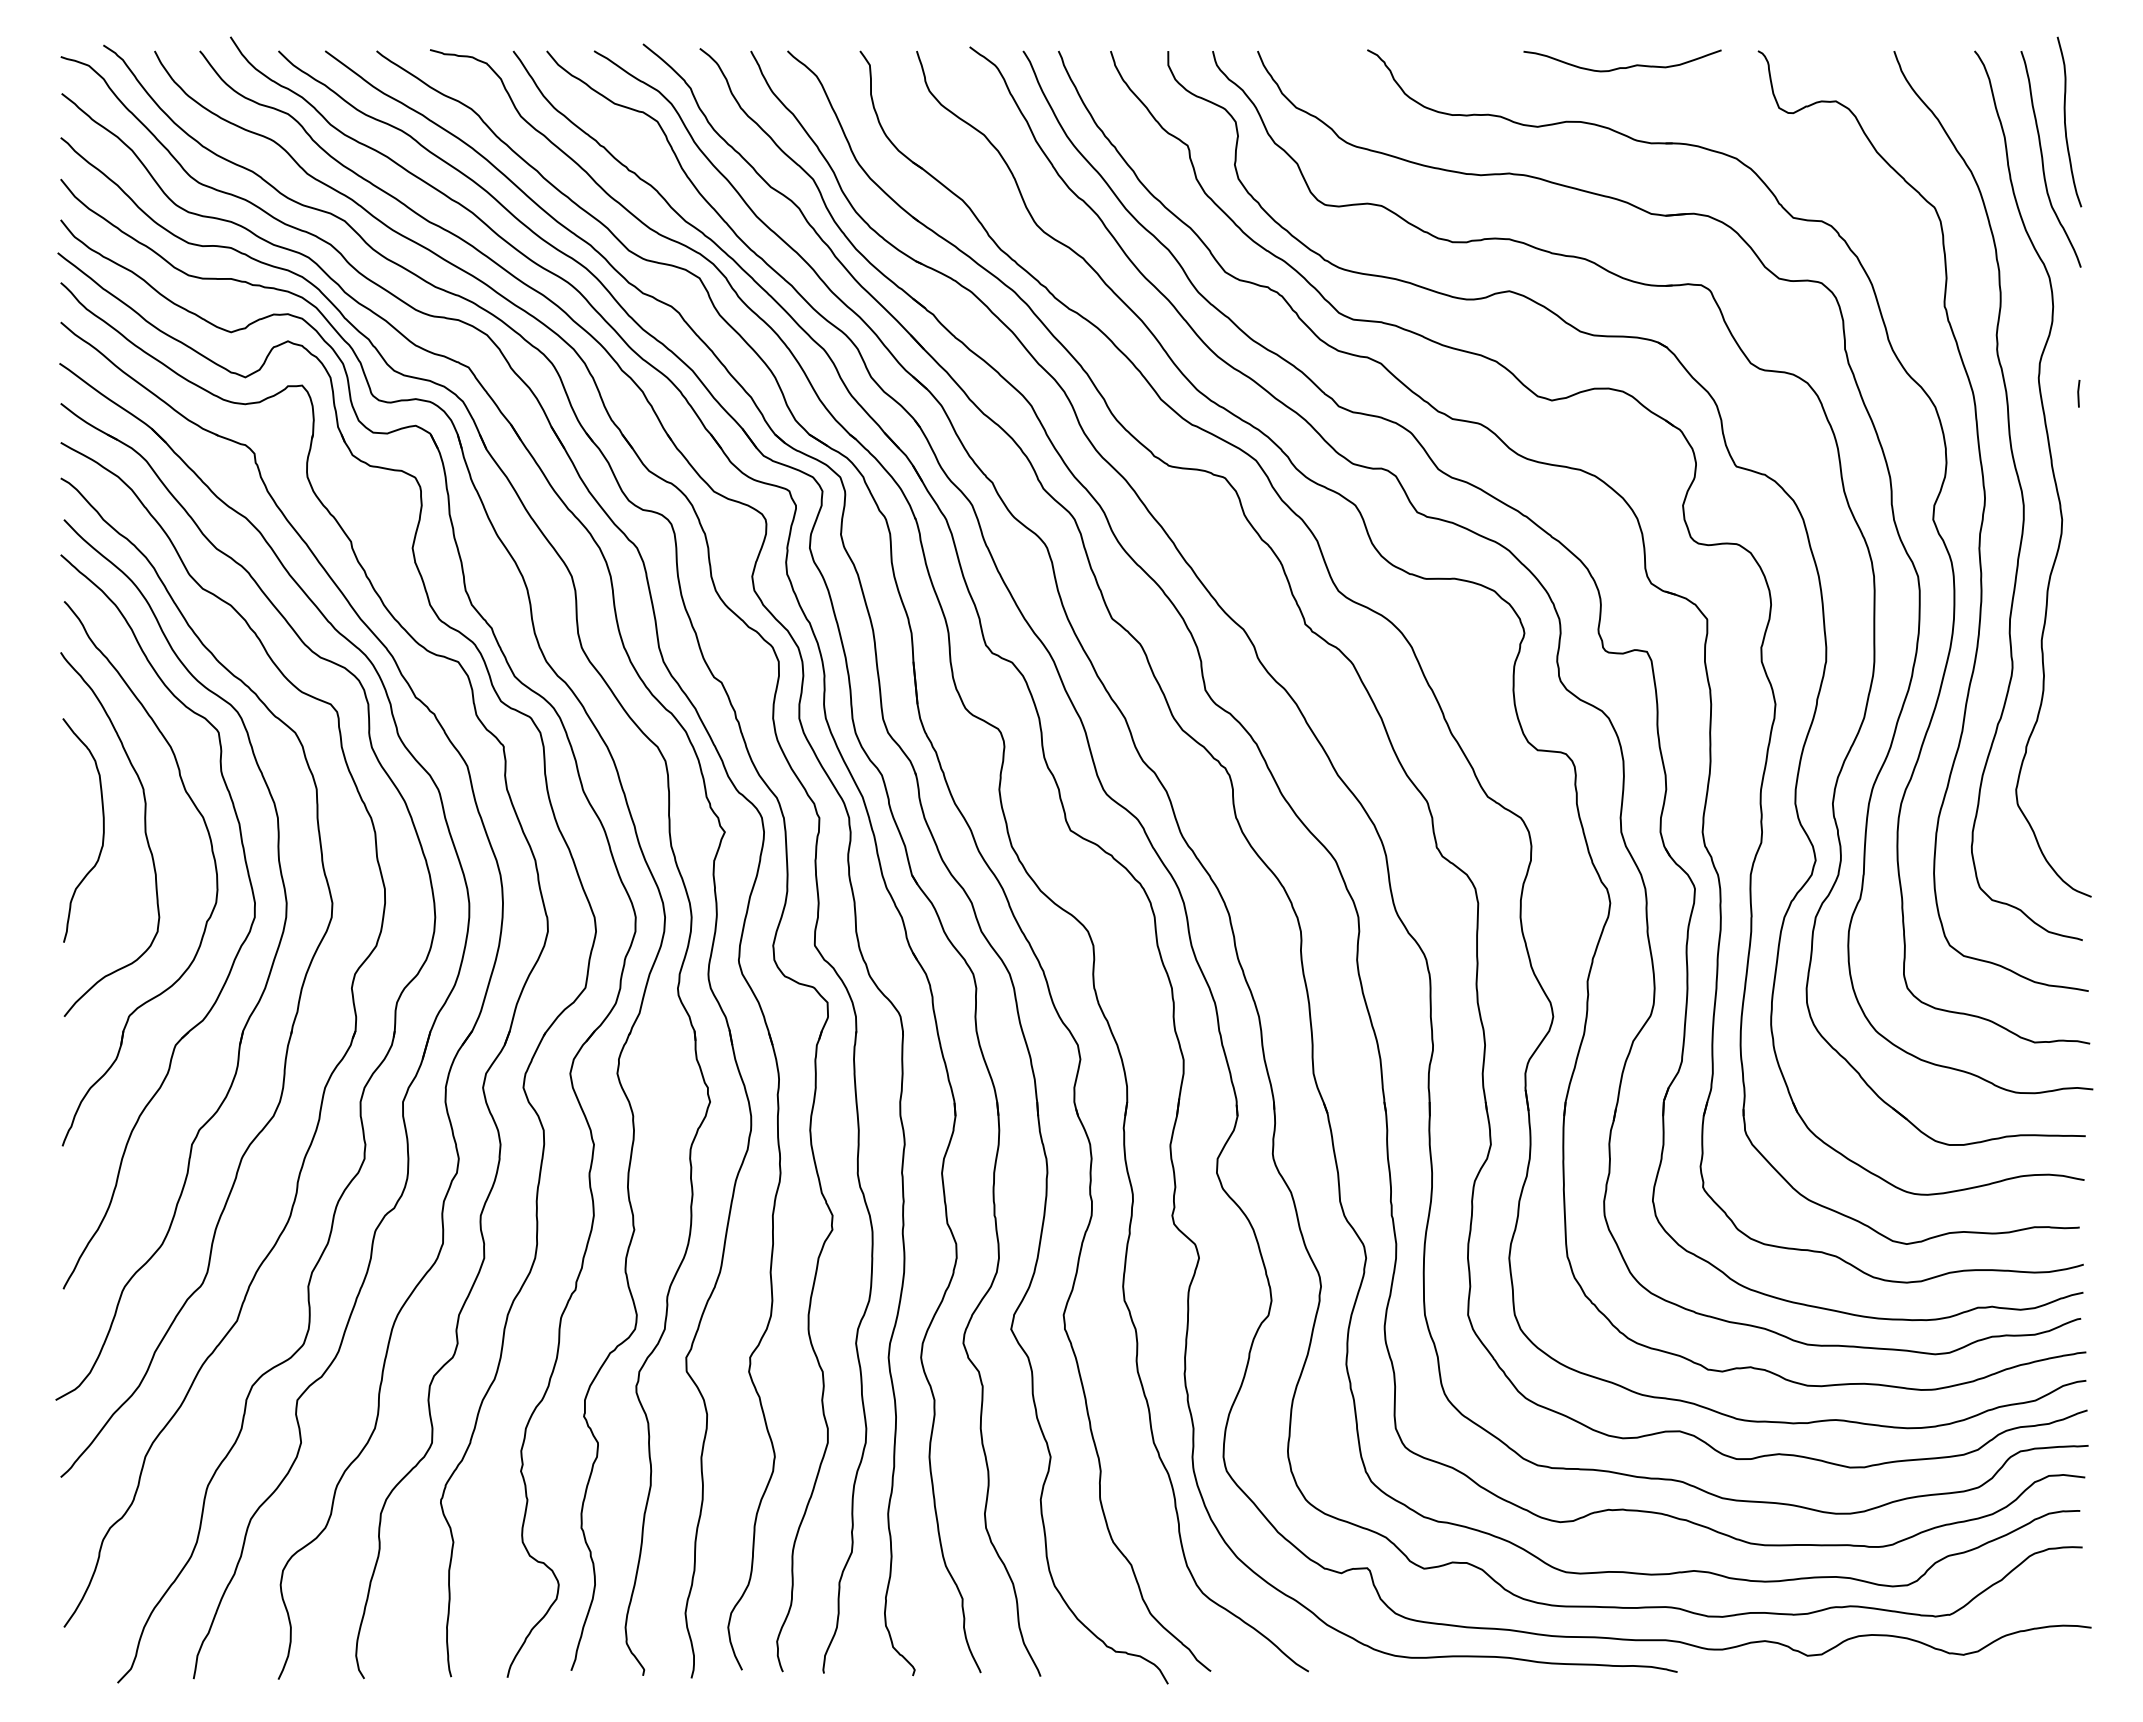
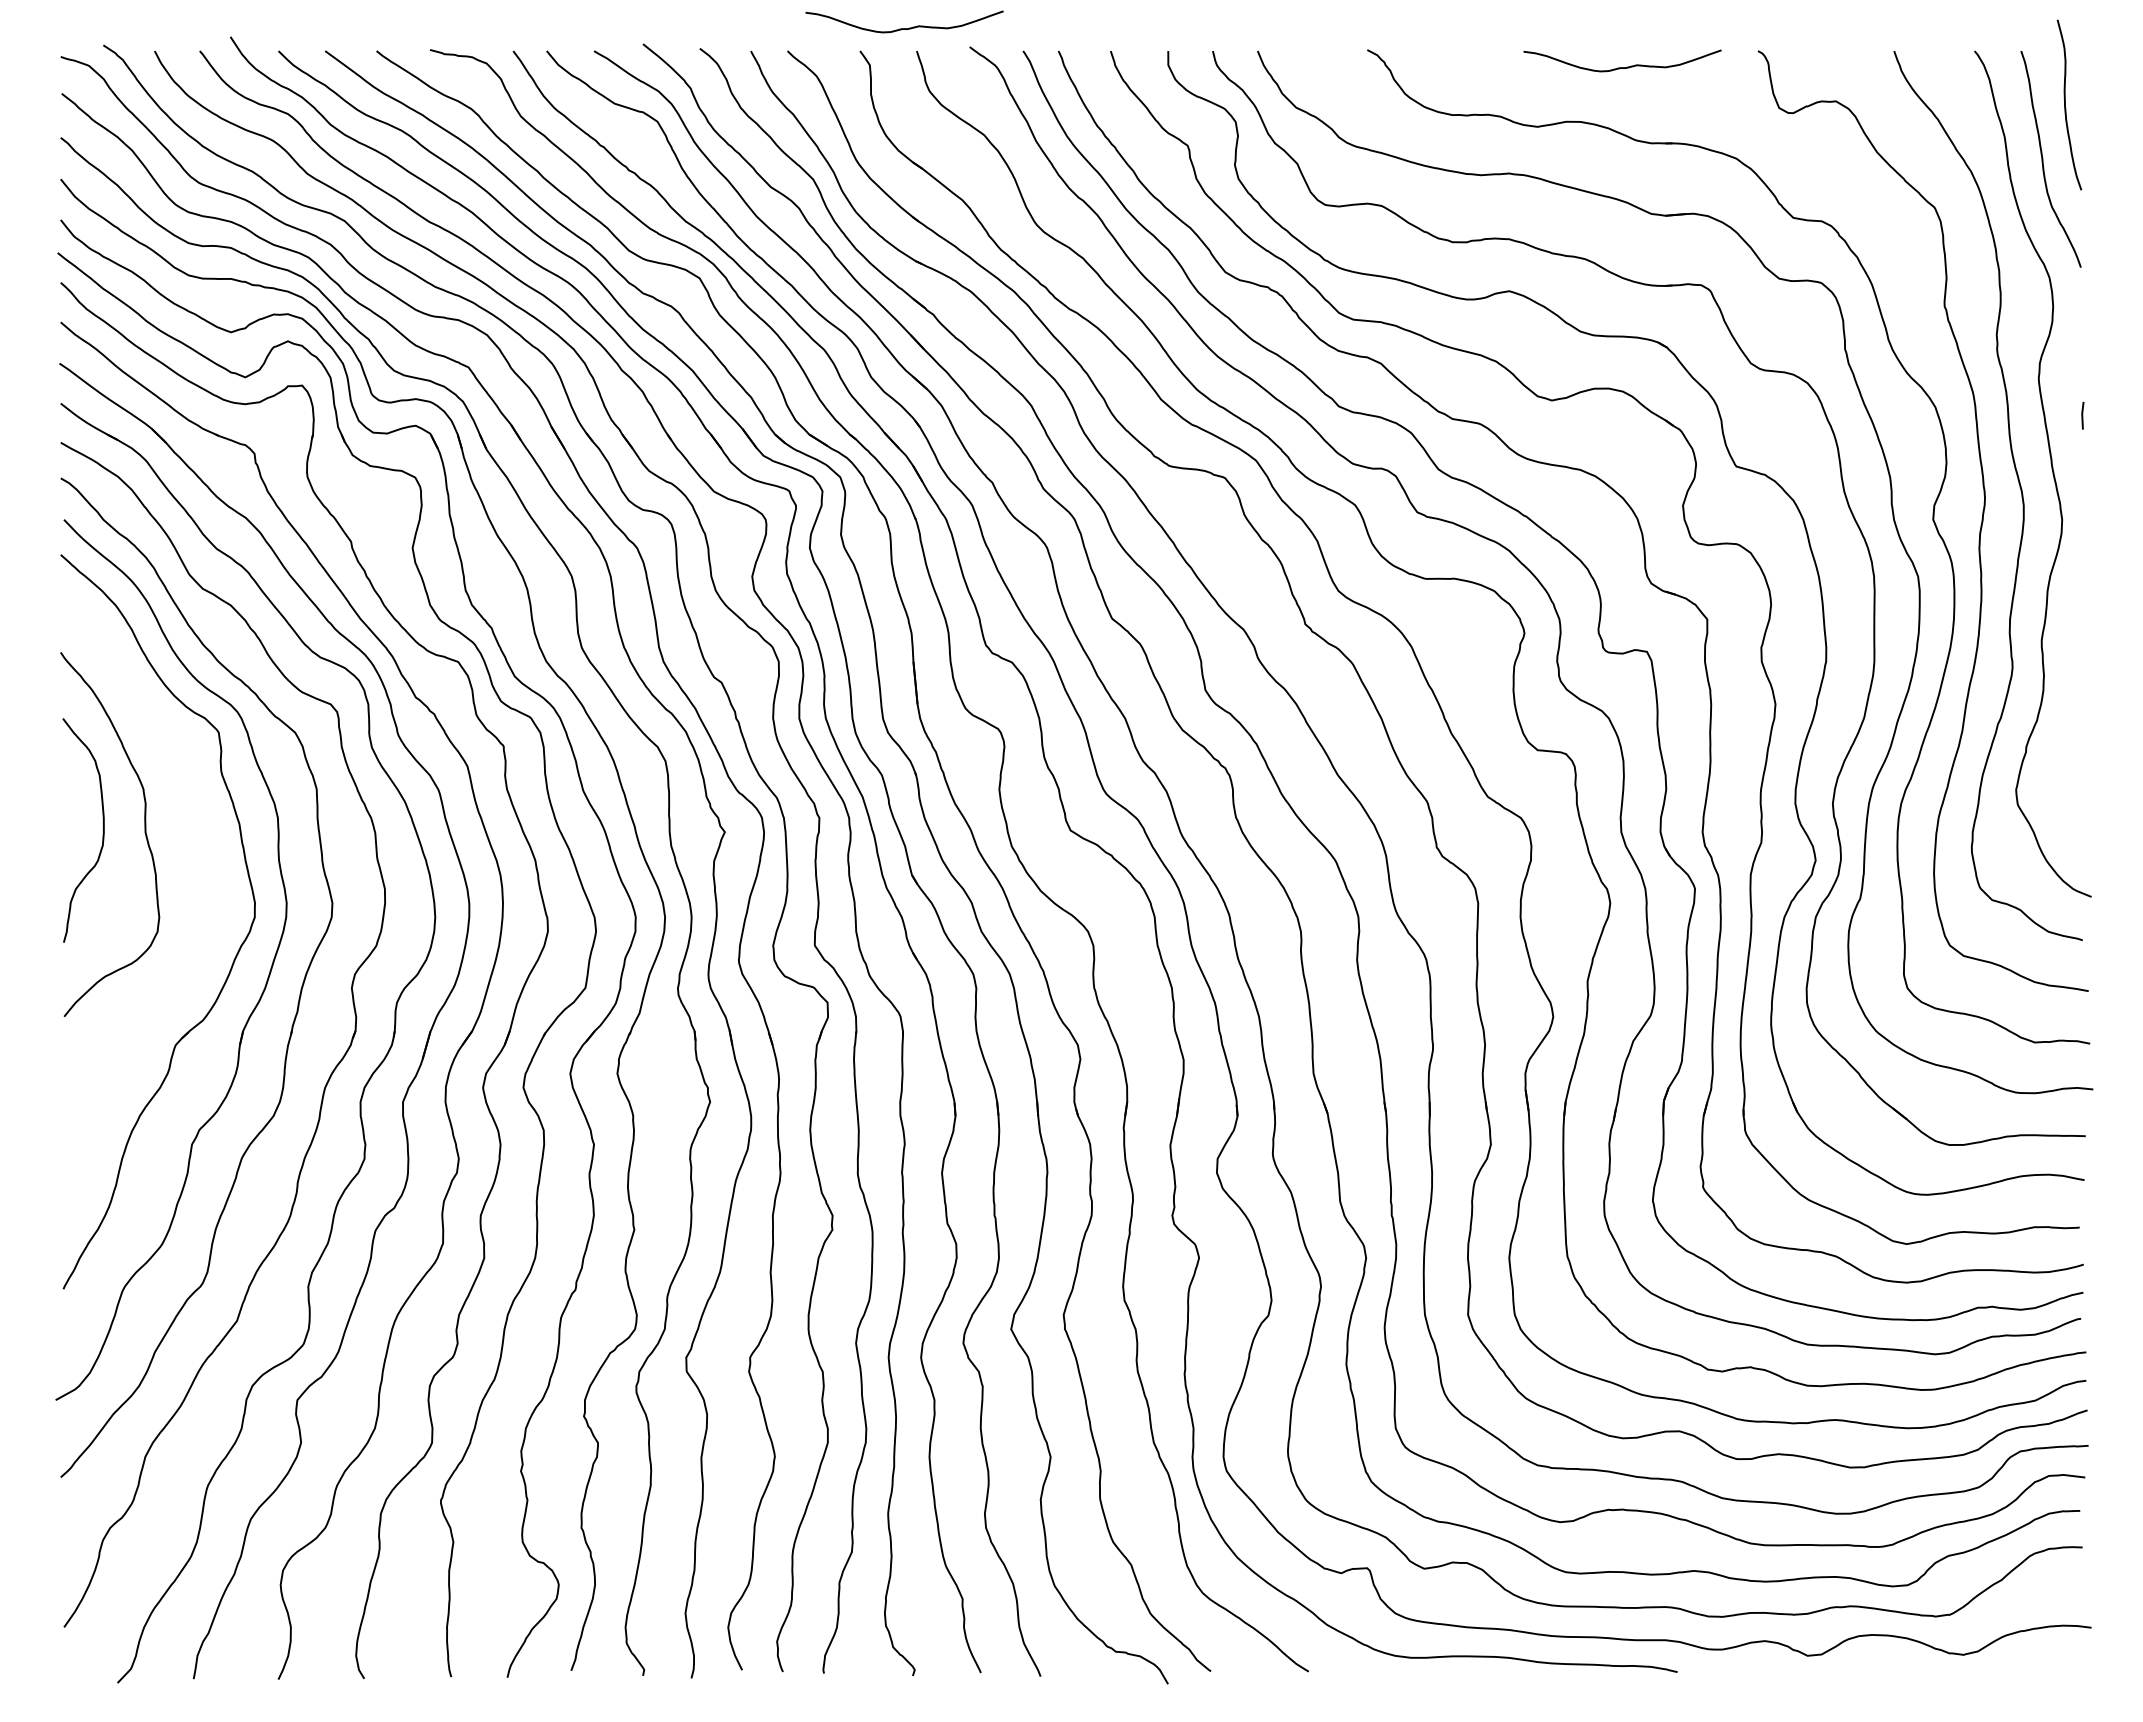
curve at (904, 28): none -> present
curve at (2065, 121) position: (2065, 121) -> (2065, 104)
line at (2078, 393) position: (2078, 393) -> (2082, 415)
part at (212, 855): present -> none
